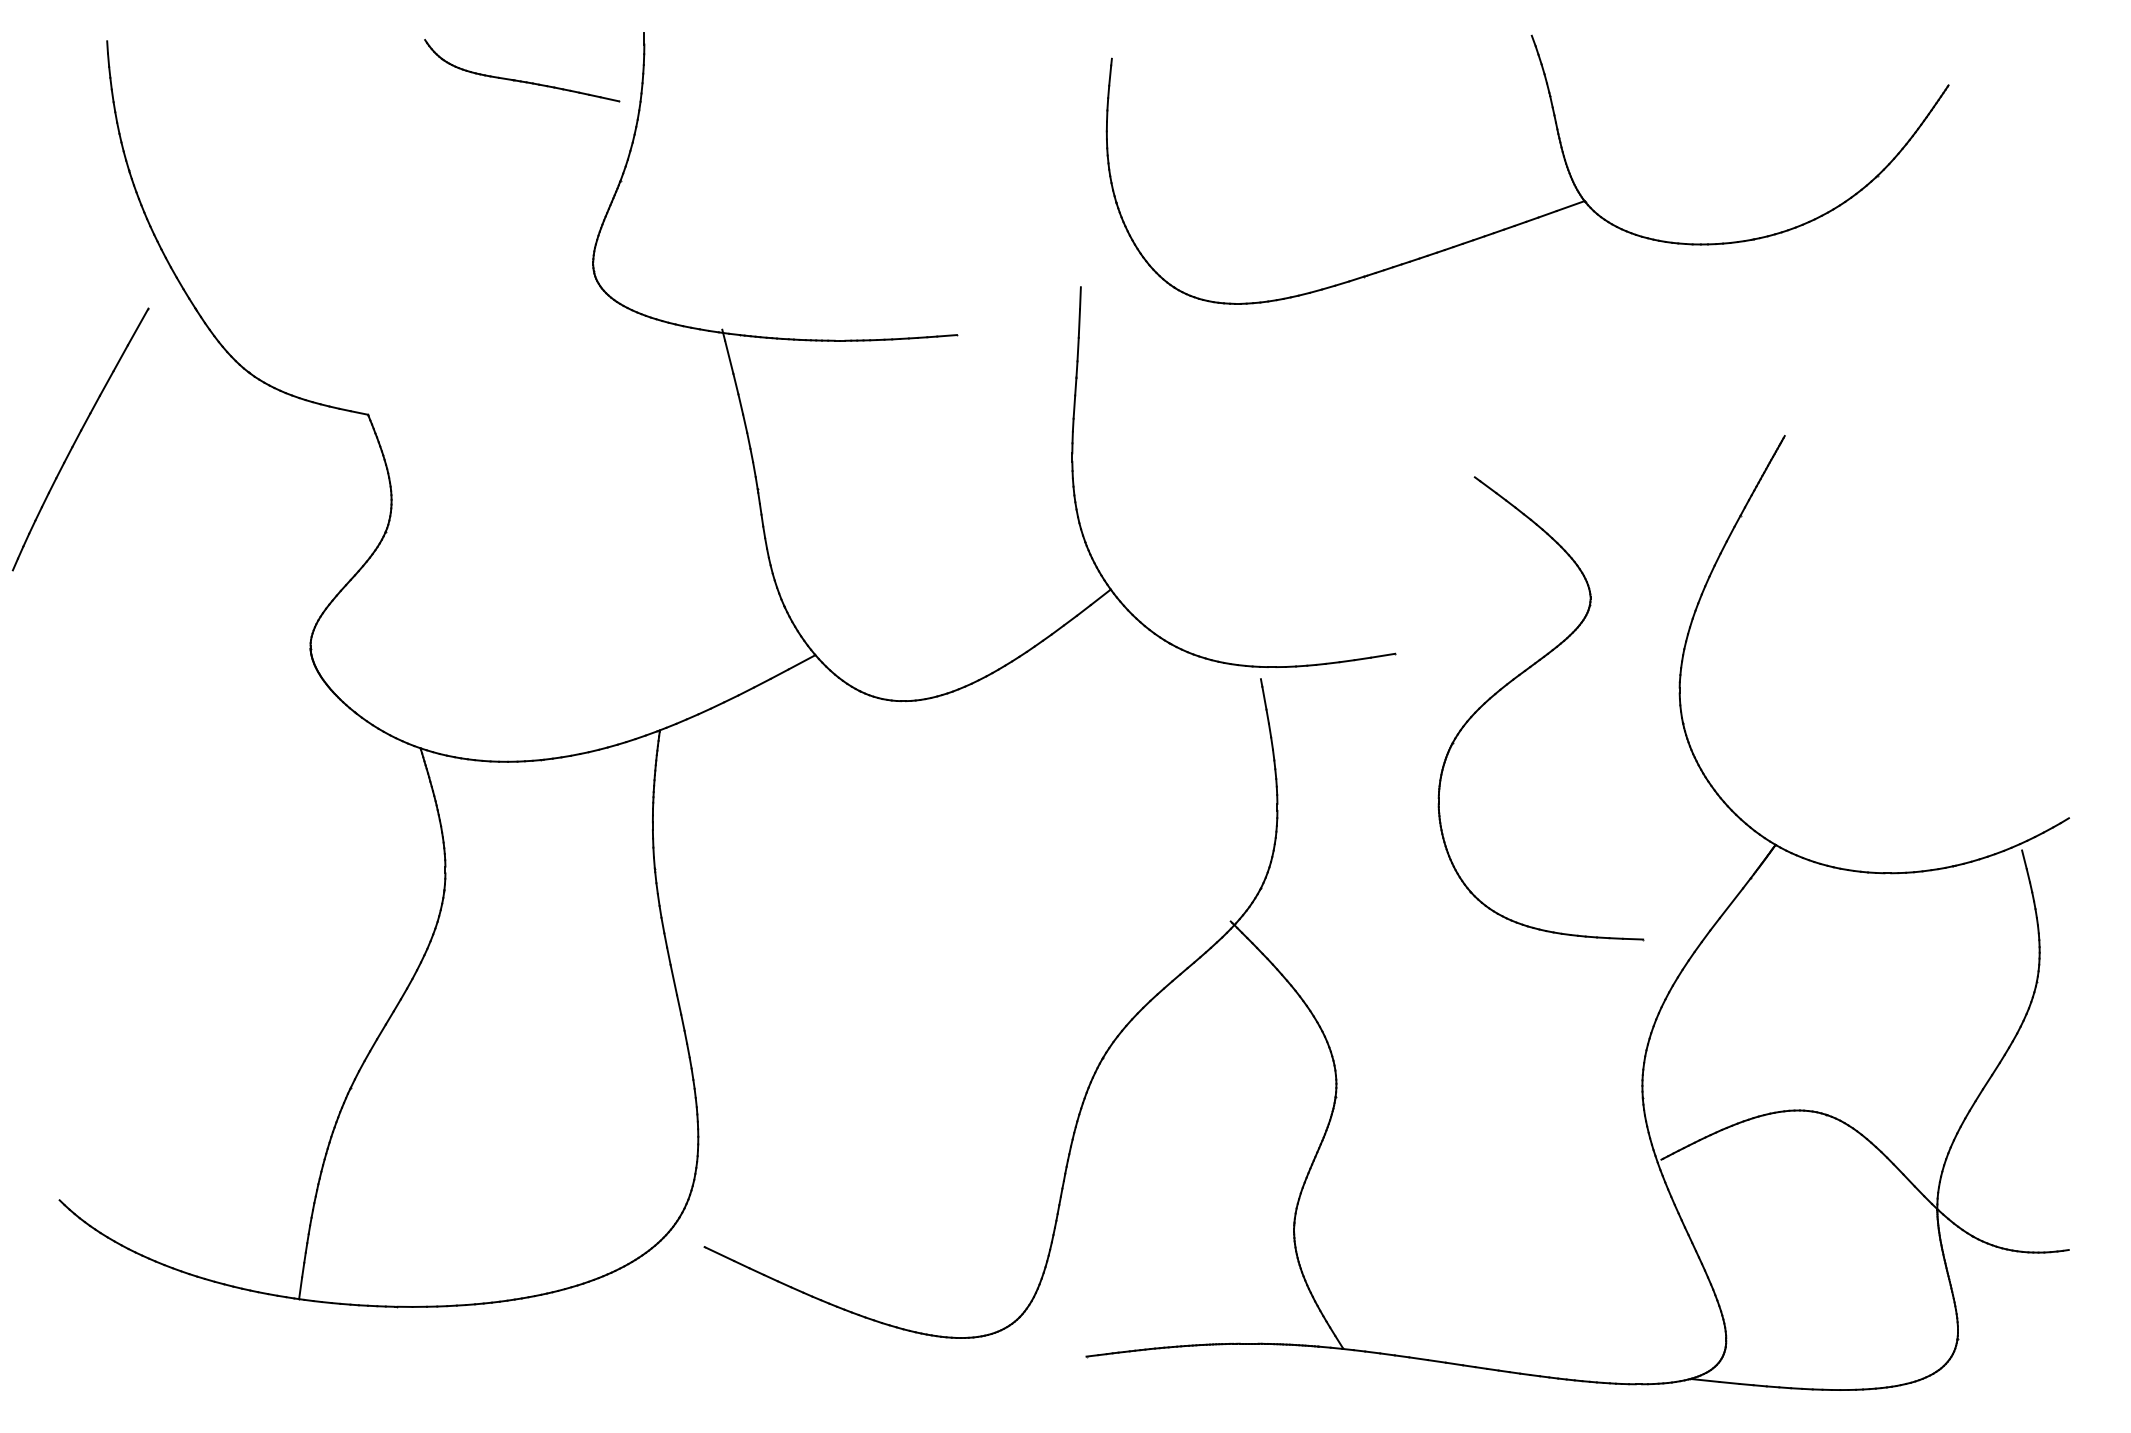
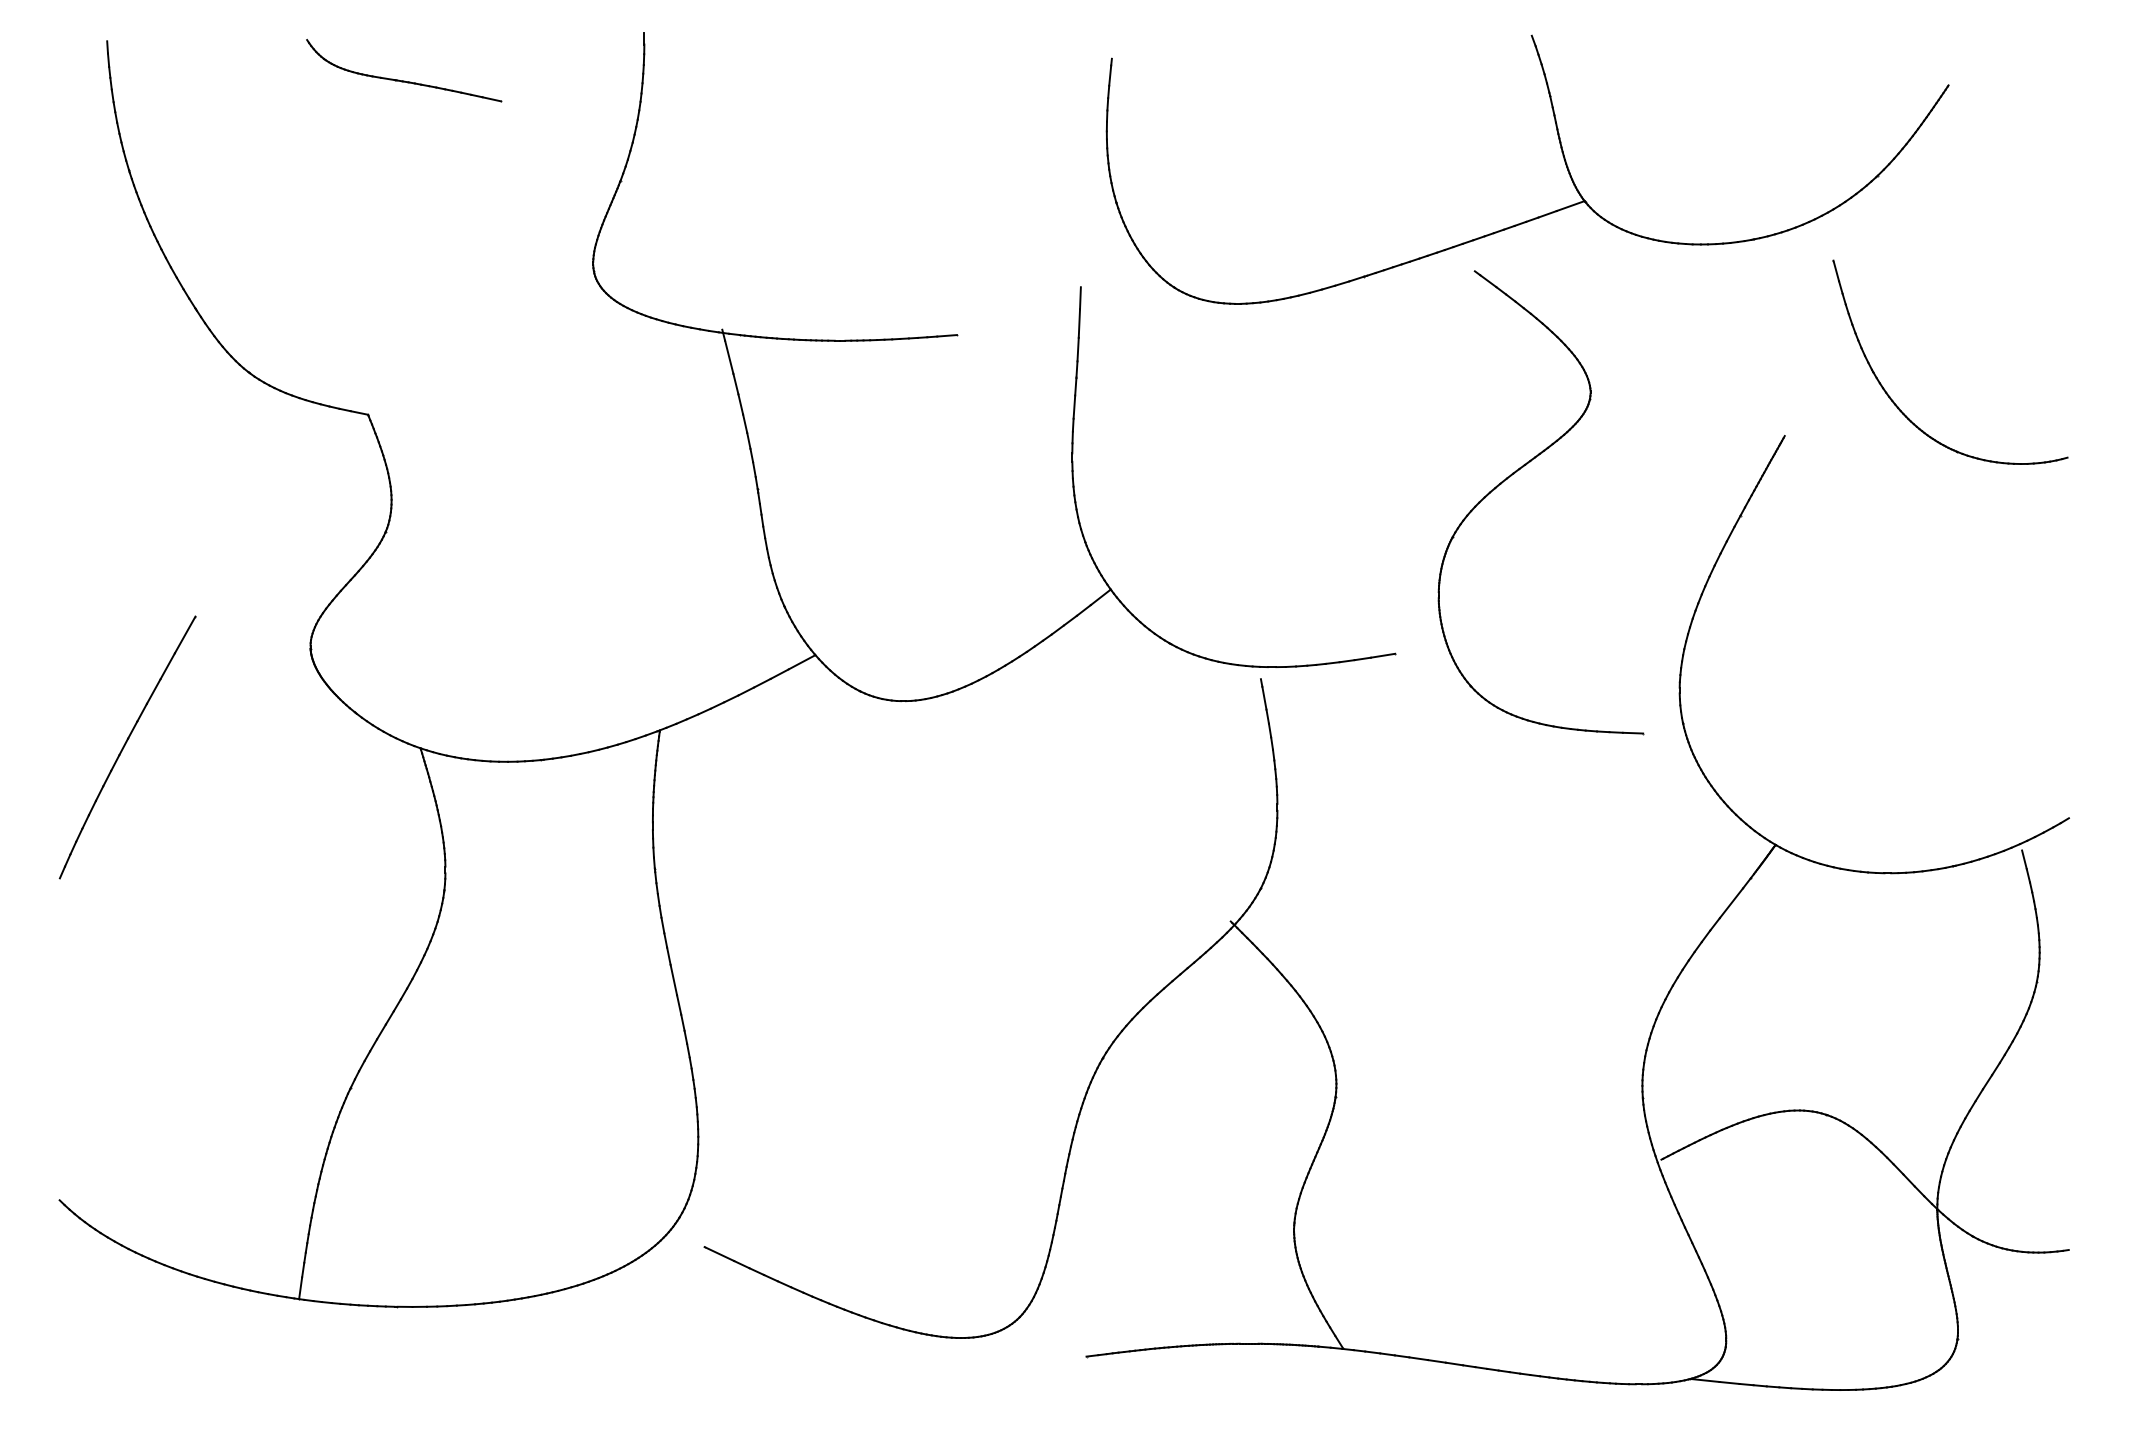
part at (522, 80) position: (522, 80) -> (404, 80)
part at (1899, 407): none -> present
part at (80, 439) position: (80, 439) -> (127, 747)
part at (1519, 676) position: (1519, 676) -> (1519, 470)
